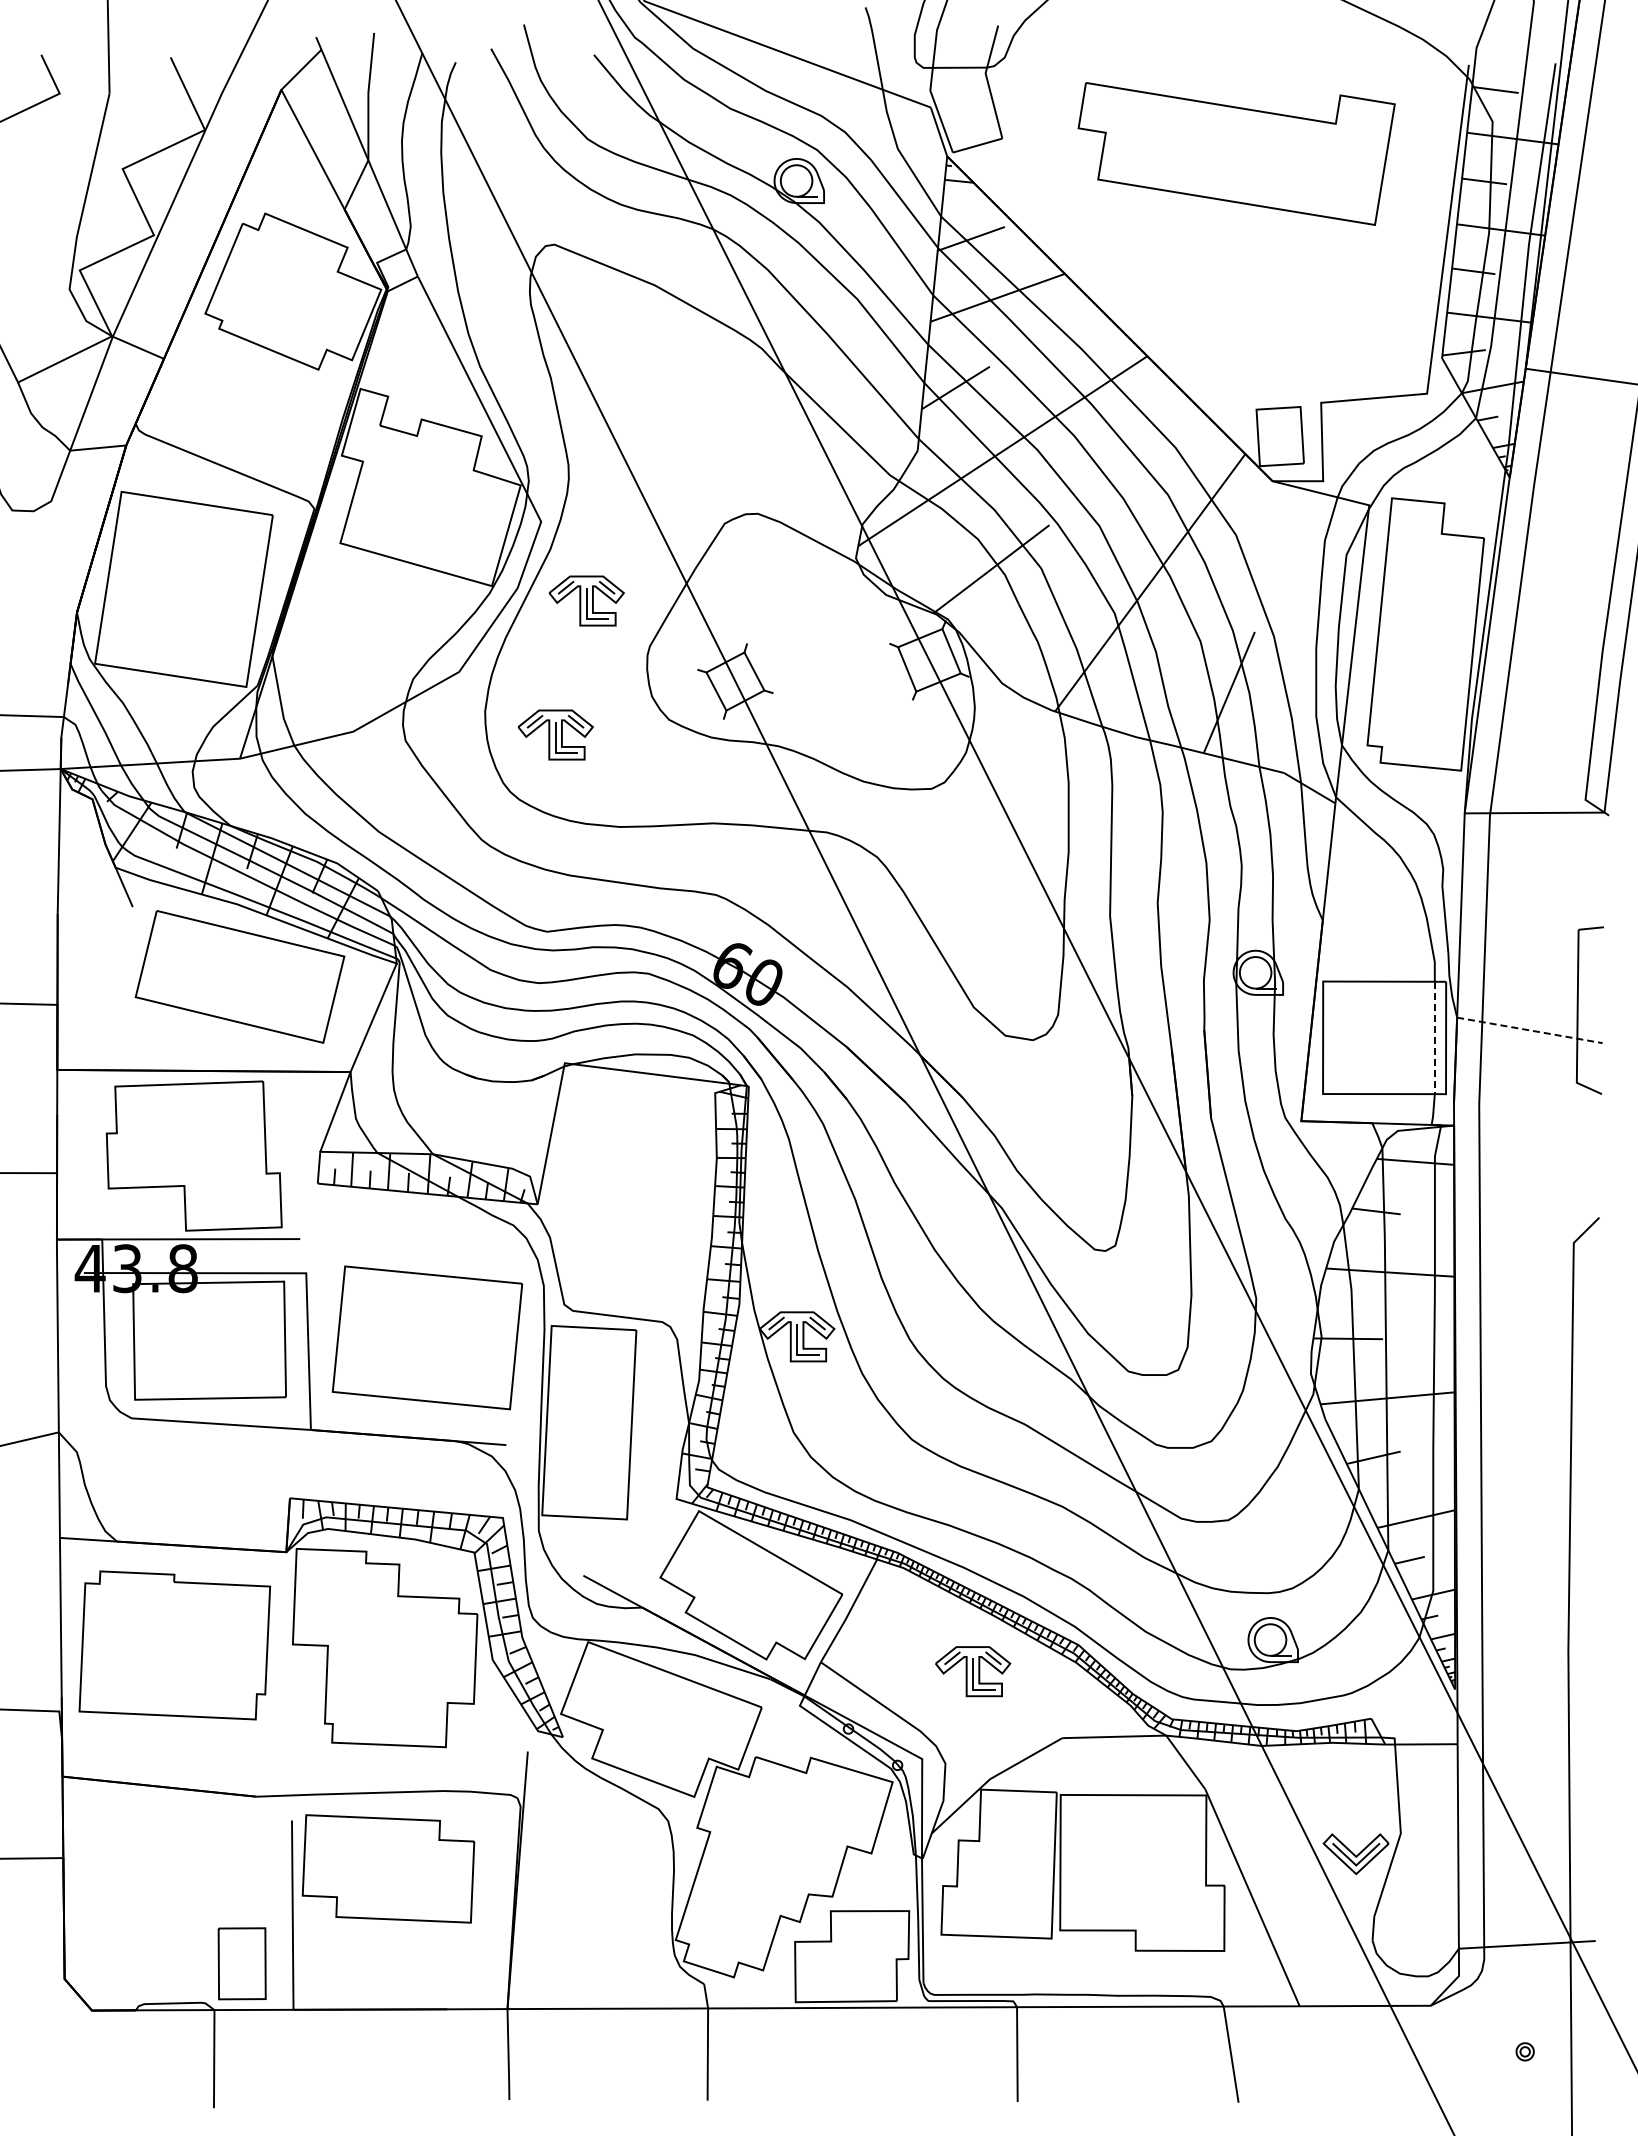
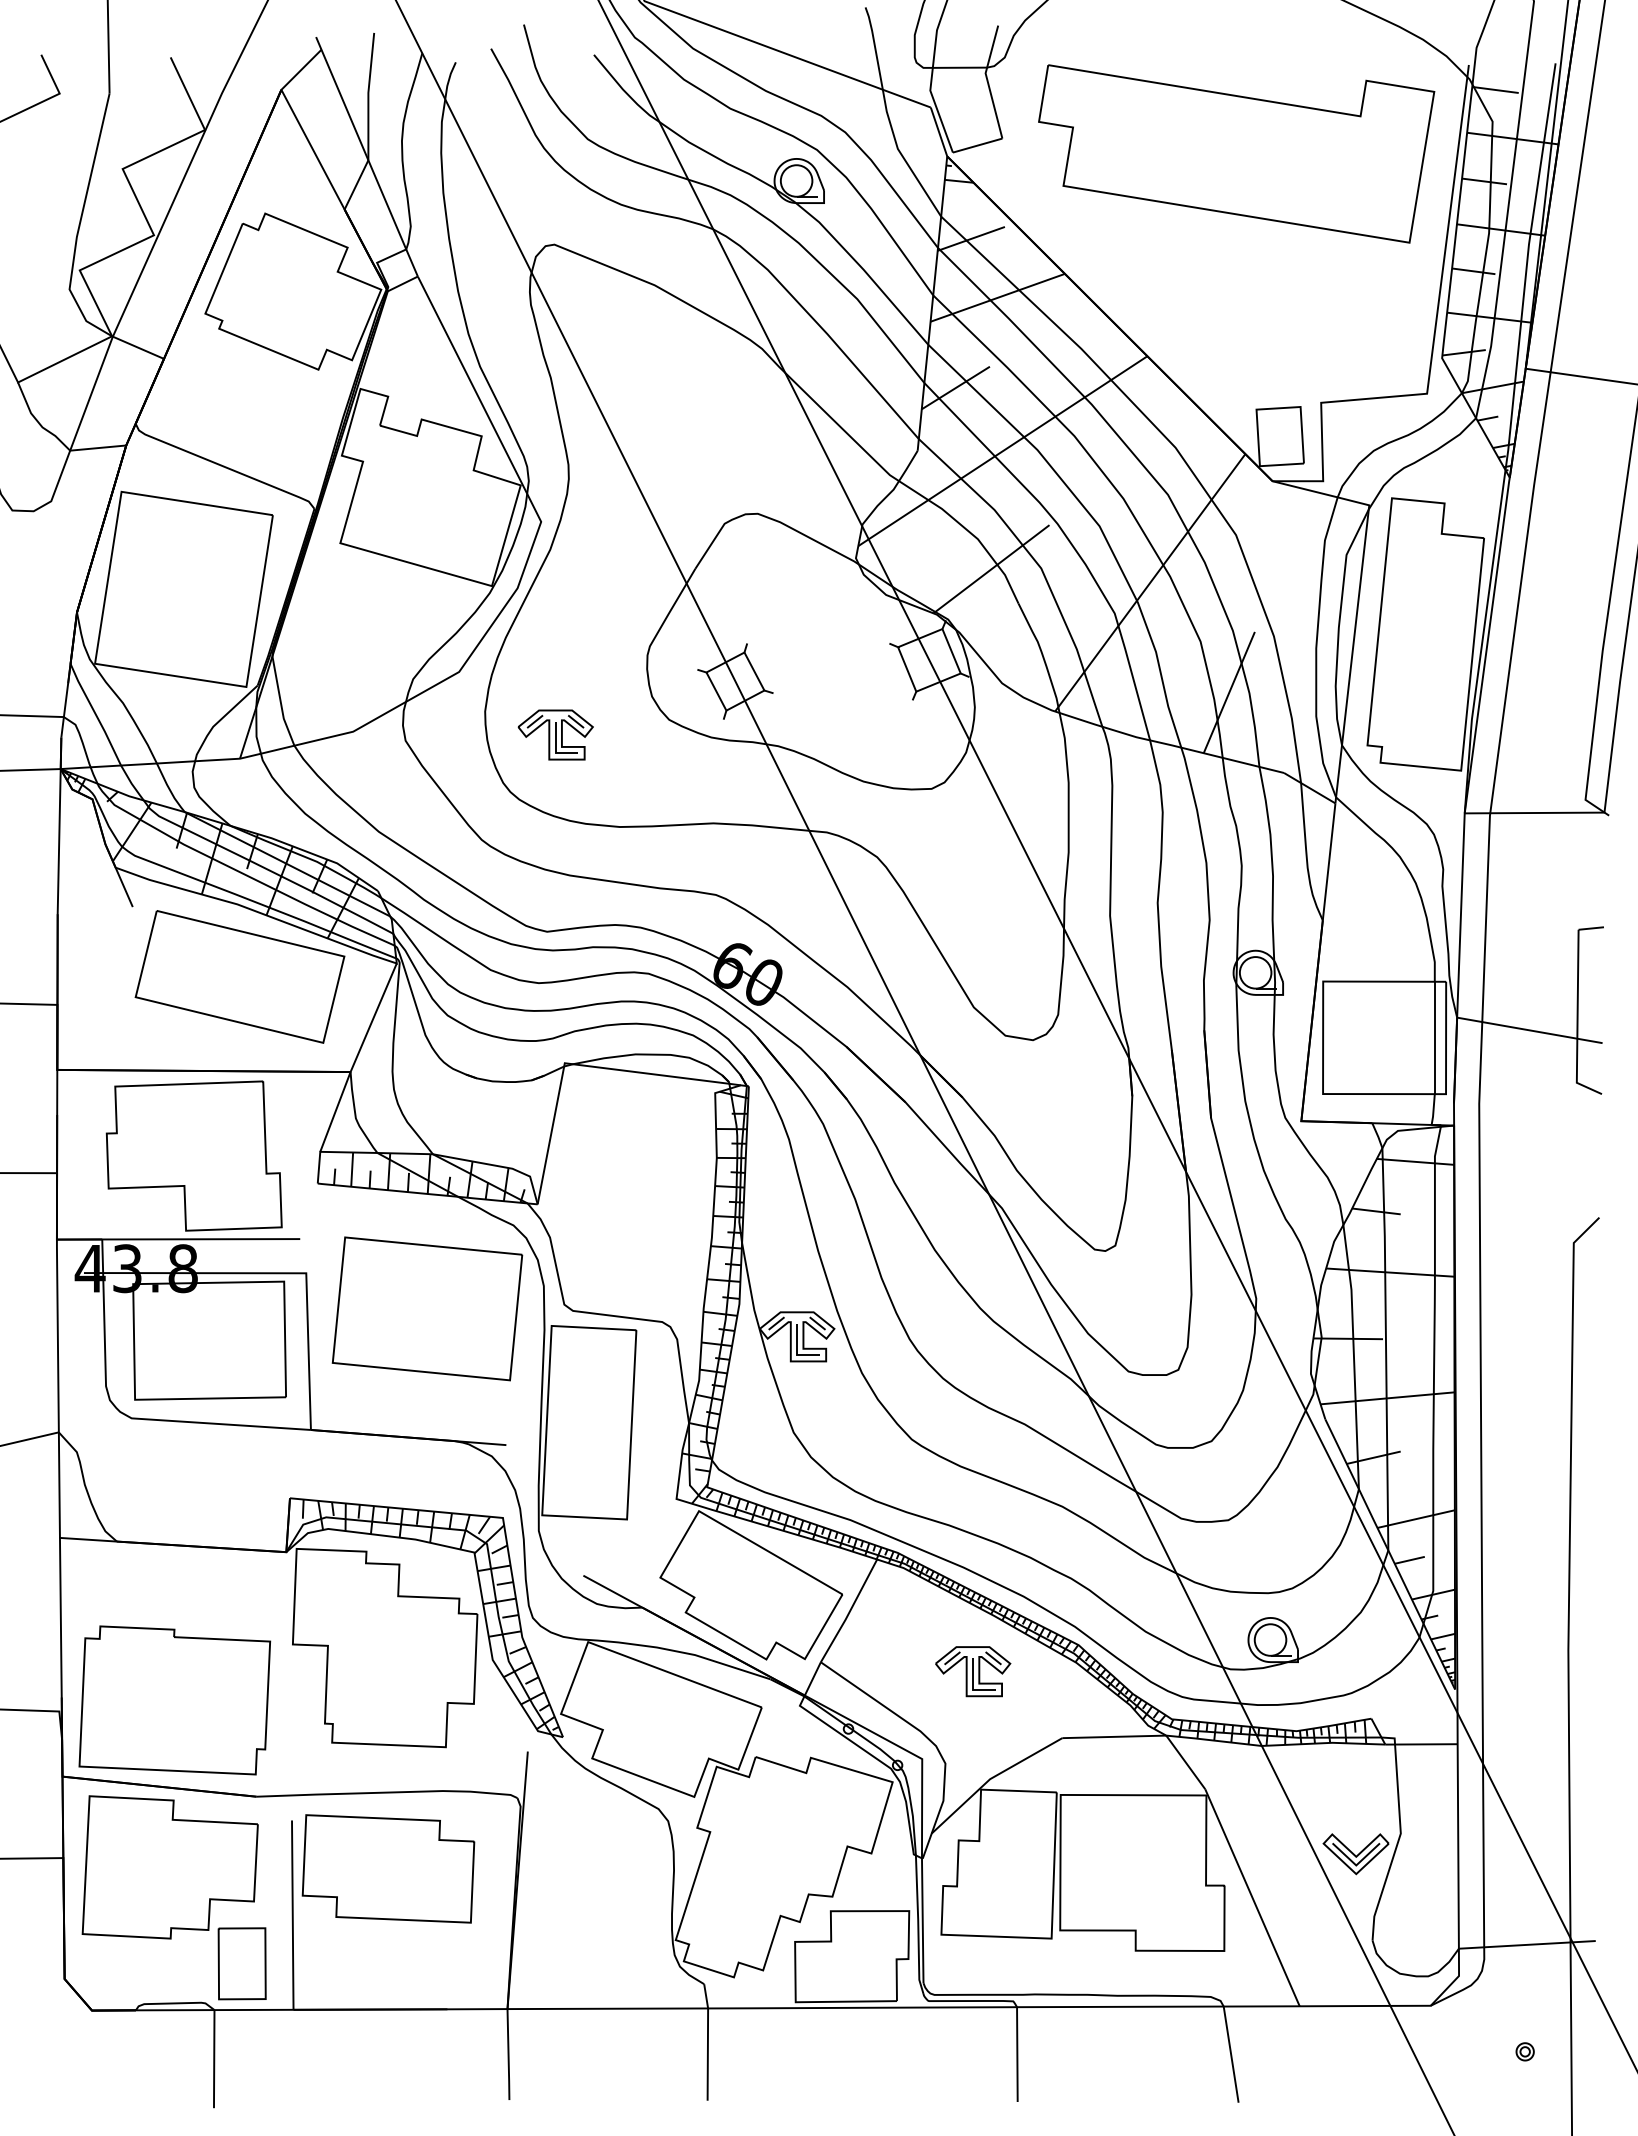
part at (1236, 153) size: 319x144 px -> 398x180 px
part at (586, 600): present -> none
line at (1529, 1030): dashed -> solid
line at (1434, 1038): dashed -> solid
part at (427, 1337) position: (427, 1337) -> (427, 1308)
part at (174, 1645) position: (174, 1645) -> (174, 1700)
part at (169, 1867): none -> present
